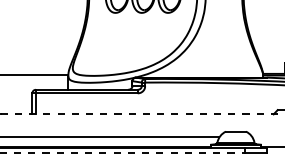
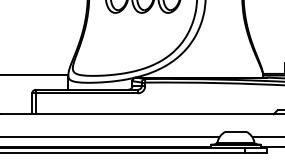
line at (142, 114): dashed -> solid
line at (266, 137): none -> present
line at (122, 153): dashed -> solid
